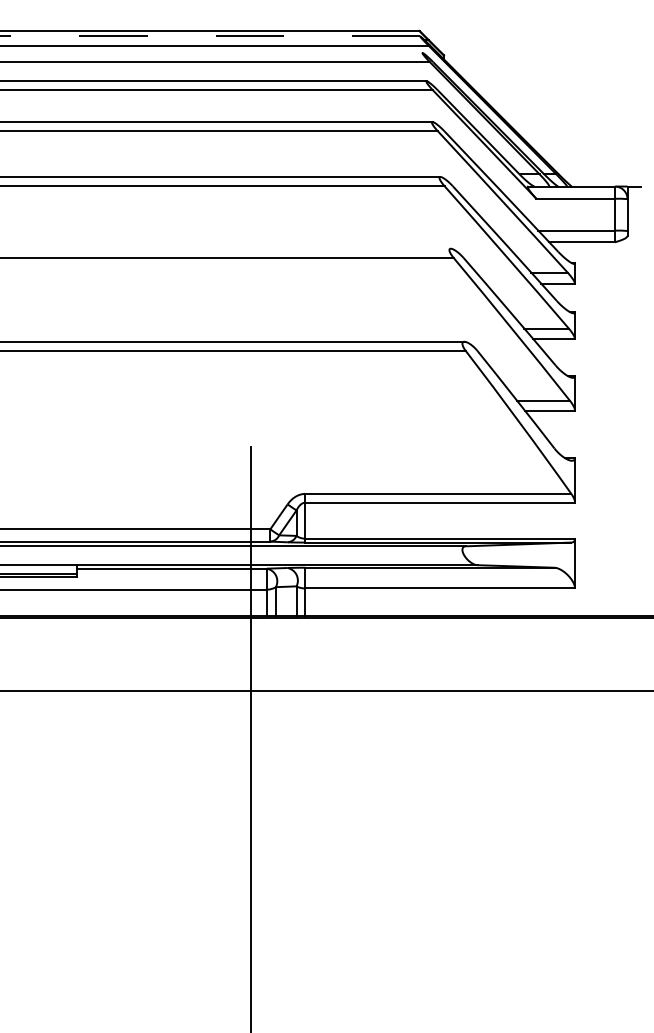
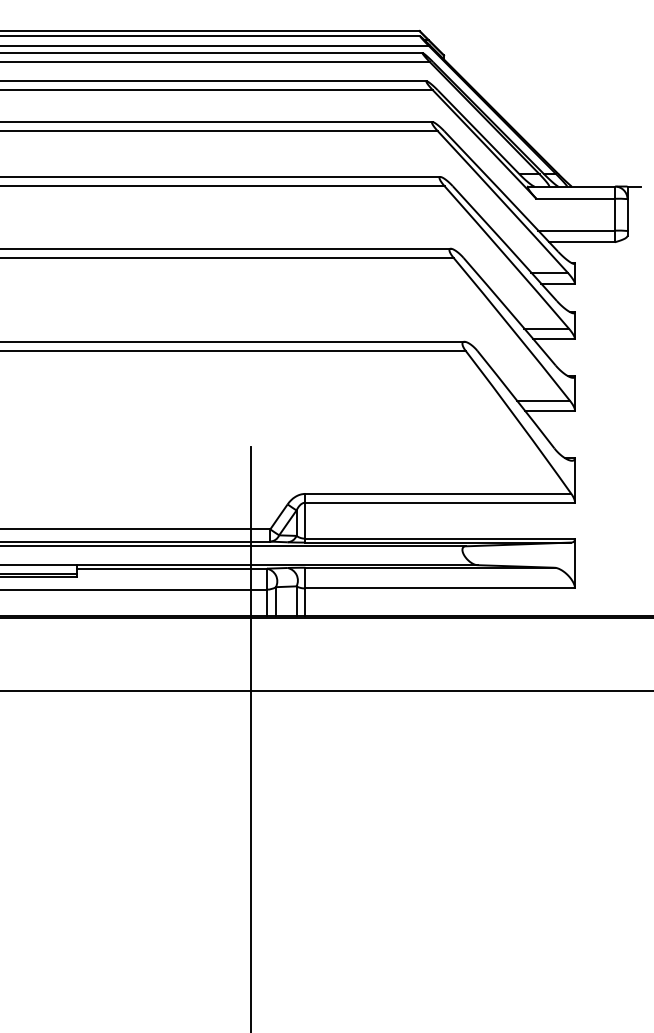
line at (210, 36): dashed -> solid
line at (212, 53): none -> present
line at (226, 248): none -> present
